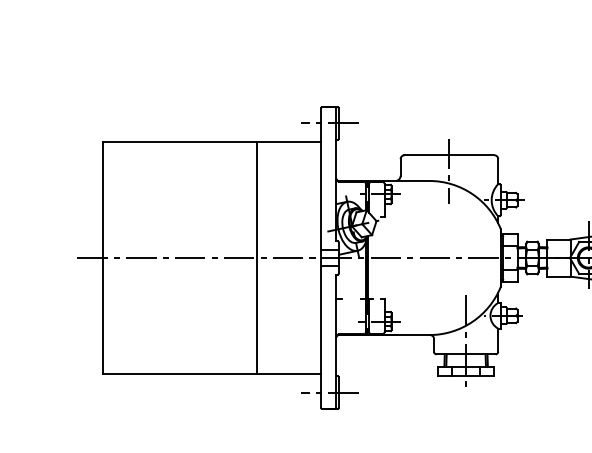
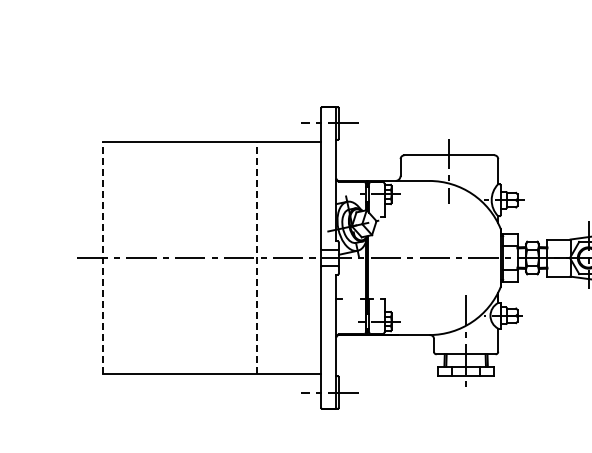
line at (102, 258): solid -> dashed
line at (256, 258): solid -> dashed
